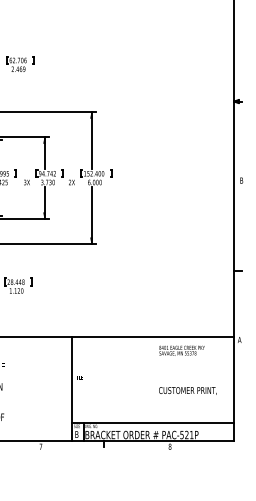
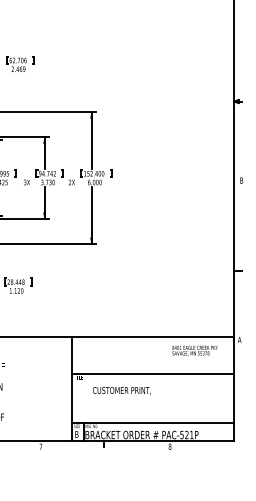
text at (181, 350) position: (181, 350) -> (194, 350)
line at (152, 373): none -> present
text at (187, 390) position: (187, 390) -> (121, 390)
